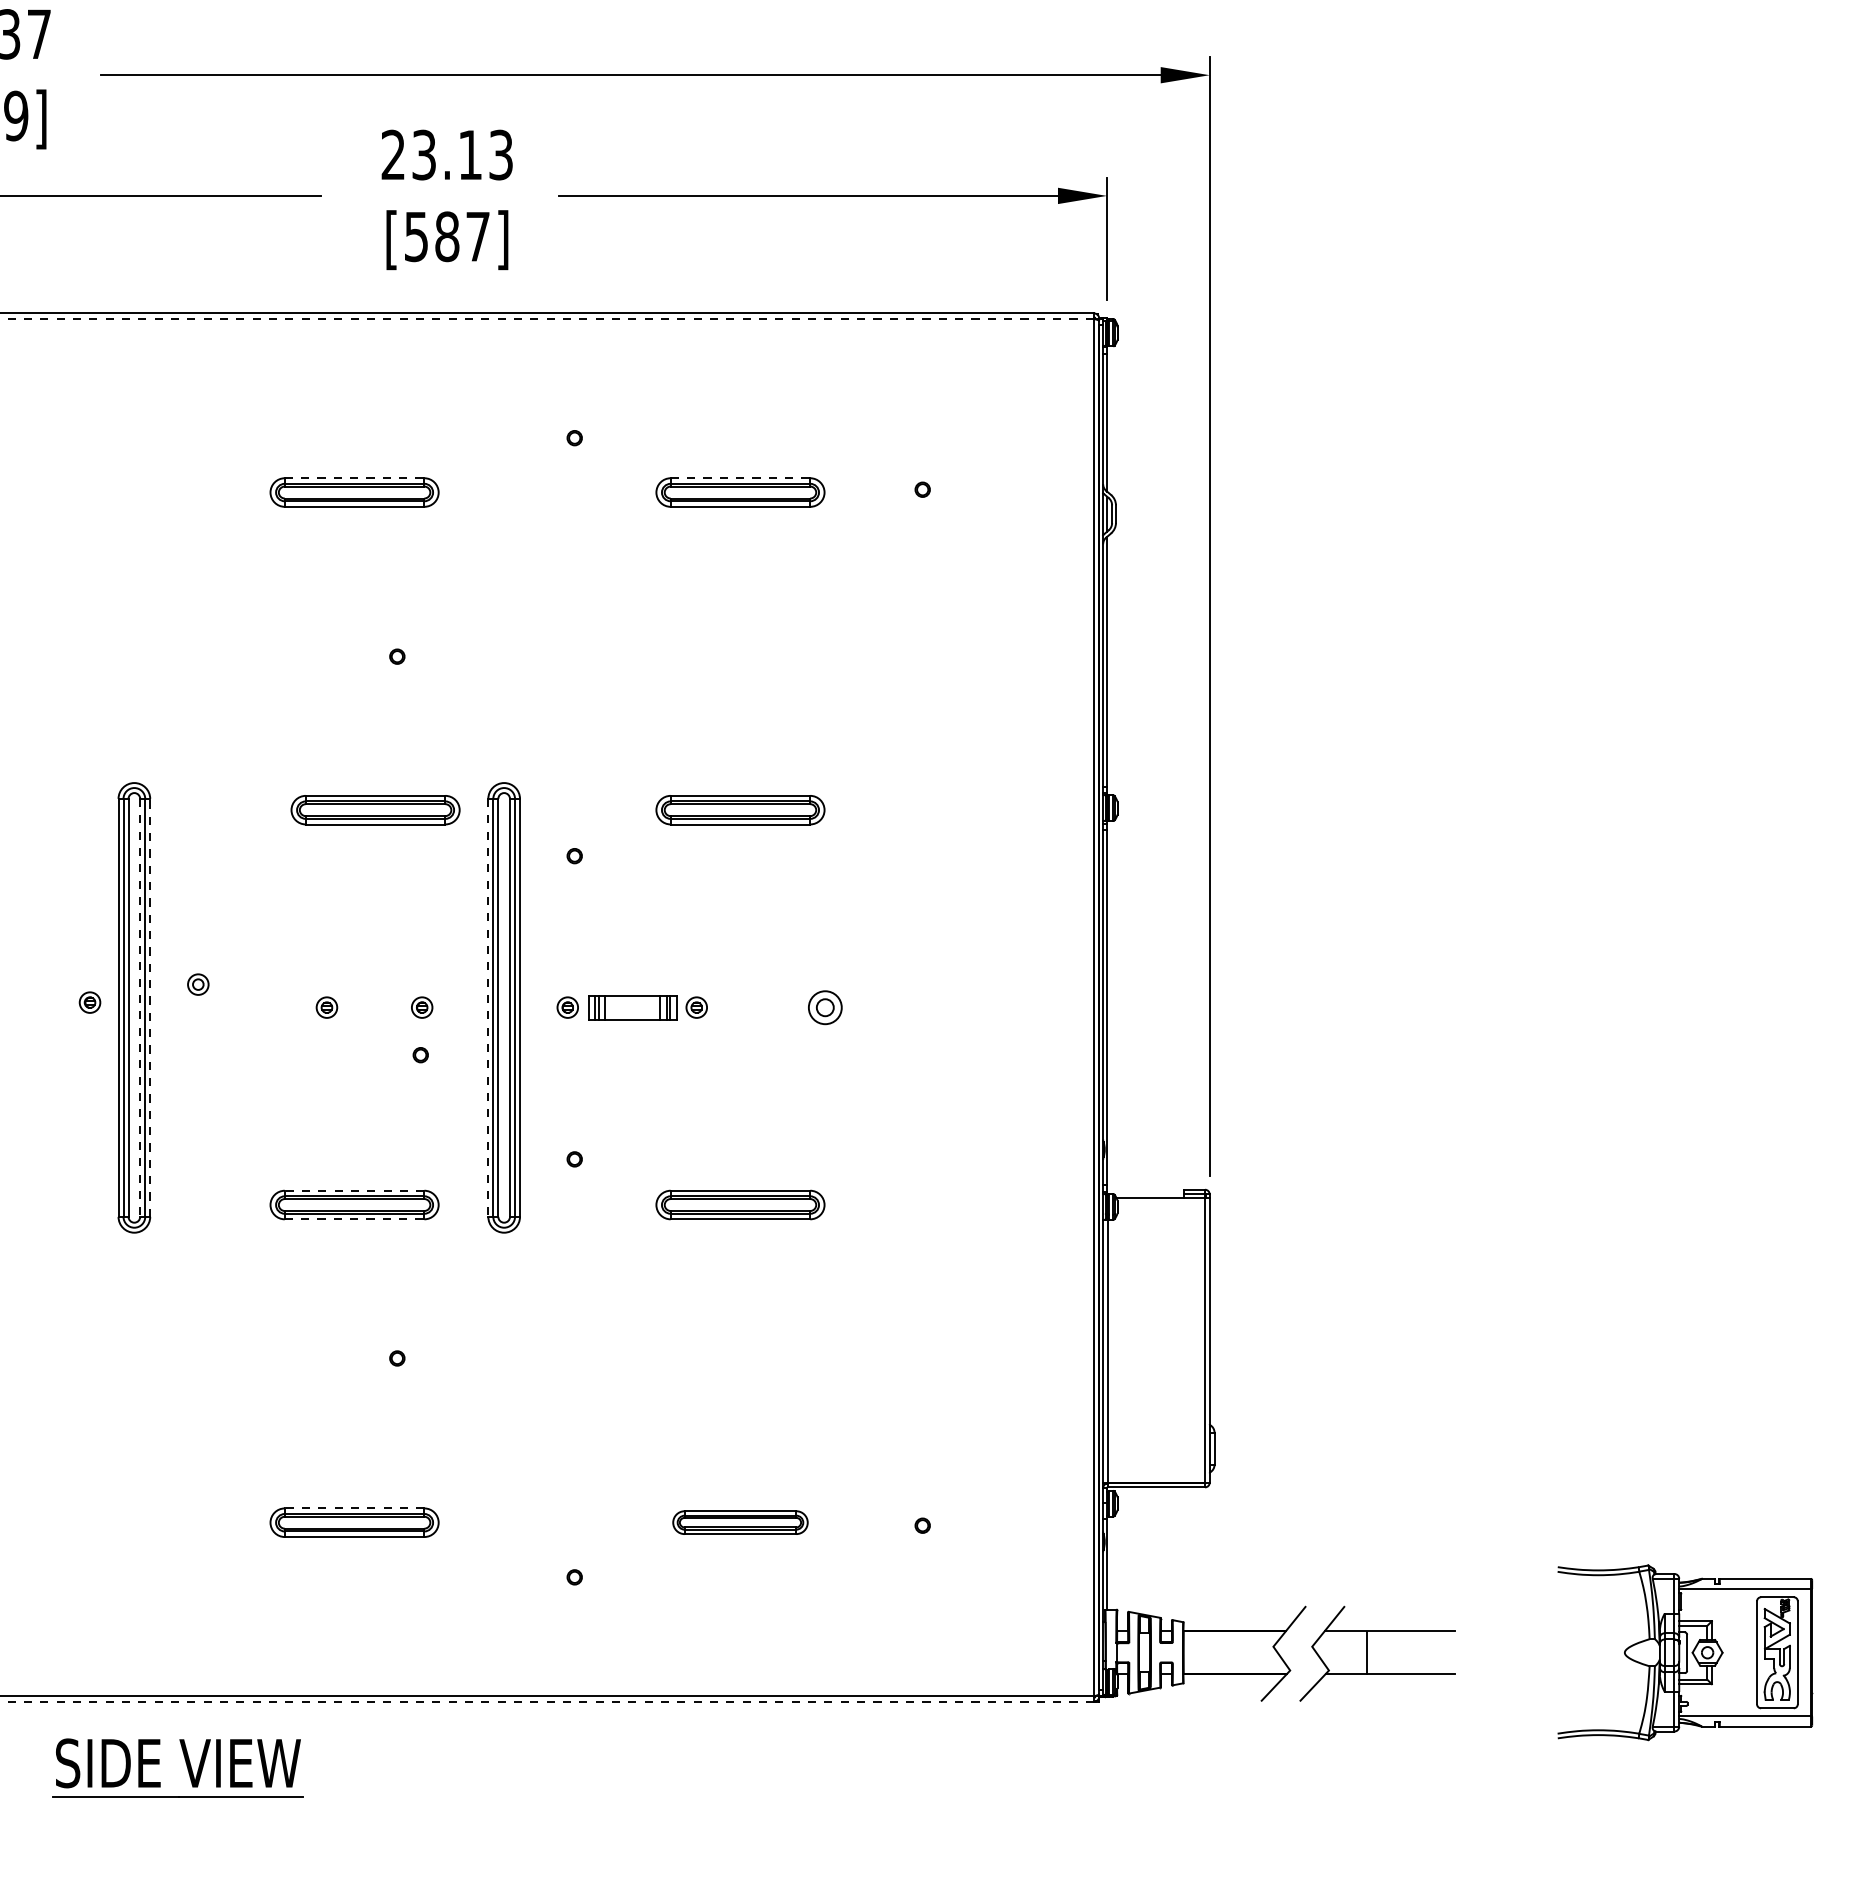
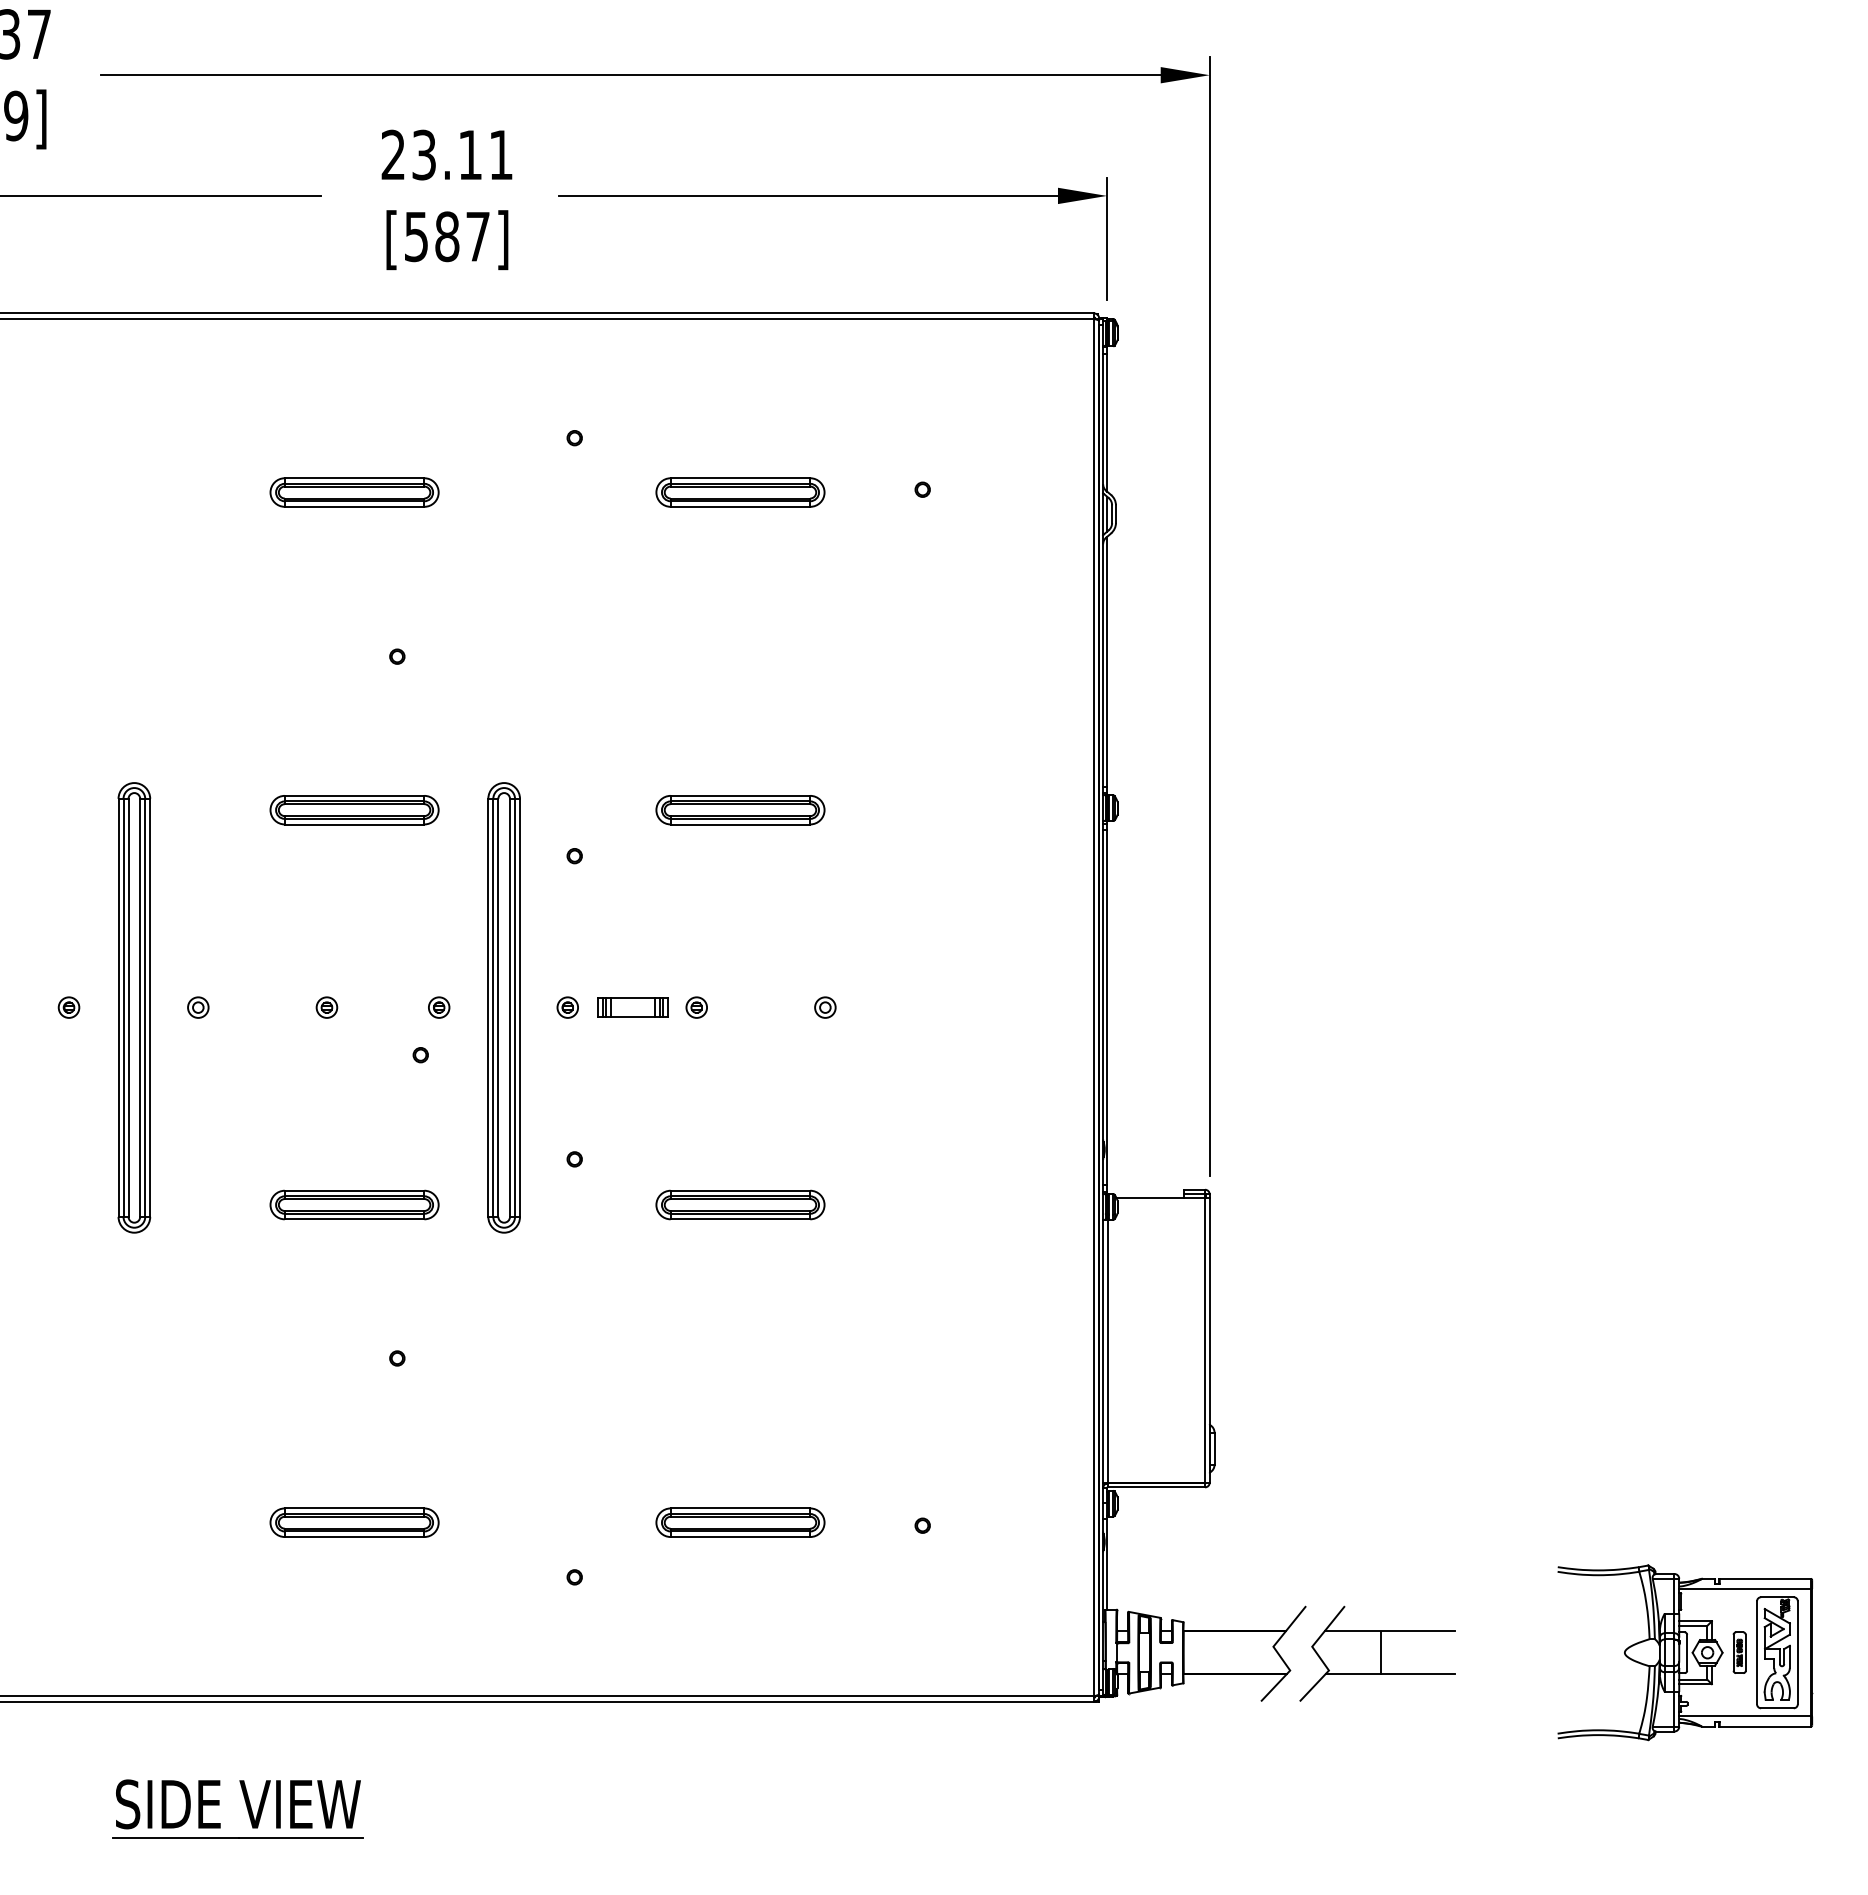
text at (500, 154): 23.13 -> 23.11
line at (547, 318): dashed -> solid
line at (354, 478): dashed -> solid
line at (740, 478): dashed -> solid
part at (375, 810) position: (375, 810) -> (354, 810)
part at (198, 984) position: (198, 984) -> (198, 1007)
part at (89, 1002) position: (89, 1002) -> (68, 1007)
line at (140, 1007): dashed -> solid
line at (150, 1007): dashed -> solid
part at (422, 1007) position: (422, 1007) -> (439, 1007)
line at (488, 1007): dashed -> solid
part at (632, 1007) size: 90x26 px -> 72x21 px
part at (825, 1007) size: 35x36 px -> 23x23 px
line at (354, 1190): dashed -> solid
line at (354, 1219): dashed -> solid
line at (354, 1508): dashed -> solid
part at (740, 1522) size: 137x25 px -> 171x31 px
line at (1367, 1652) position: (1367, 1652) -> (1381, 1652)
part at (1739, 1652): none -> present
line at (546, 1701): dashed -> solid
part at (186, 1766) position: (186, 1766) -> (246, 1807)
